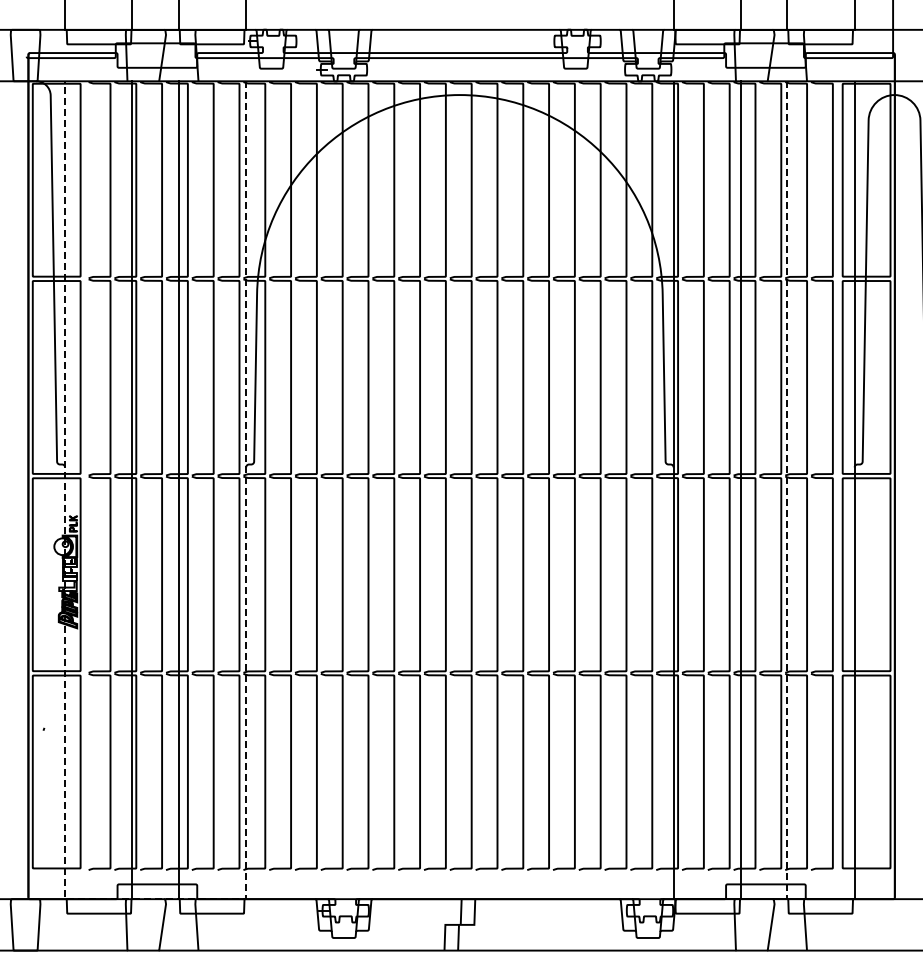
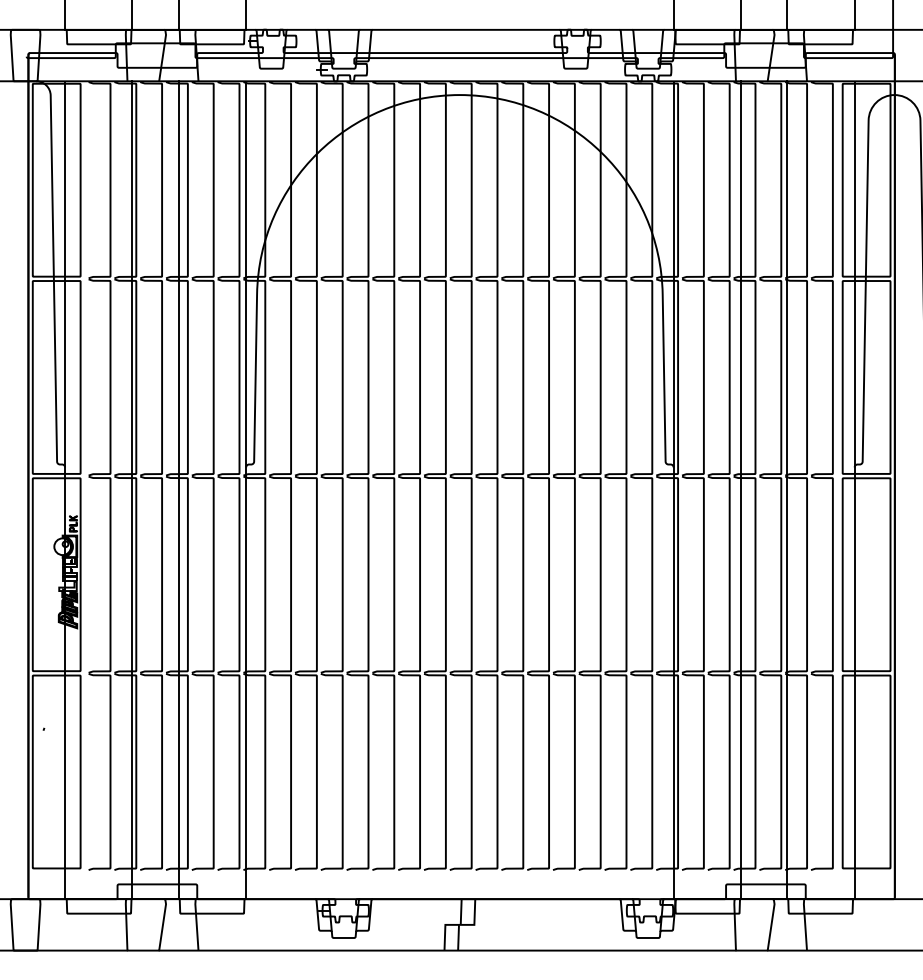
line at (787, 490): dashed -> solid
line at (155, 899): dashed -> solid
